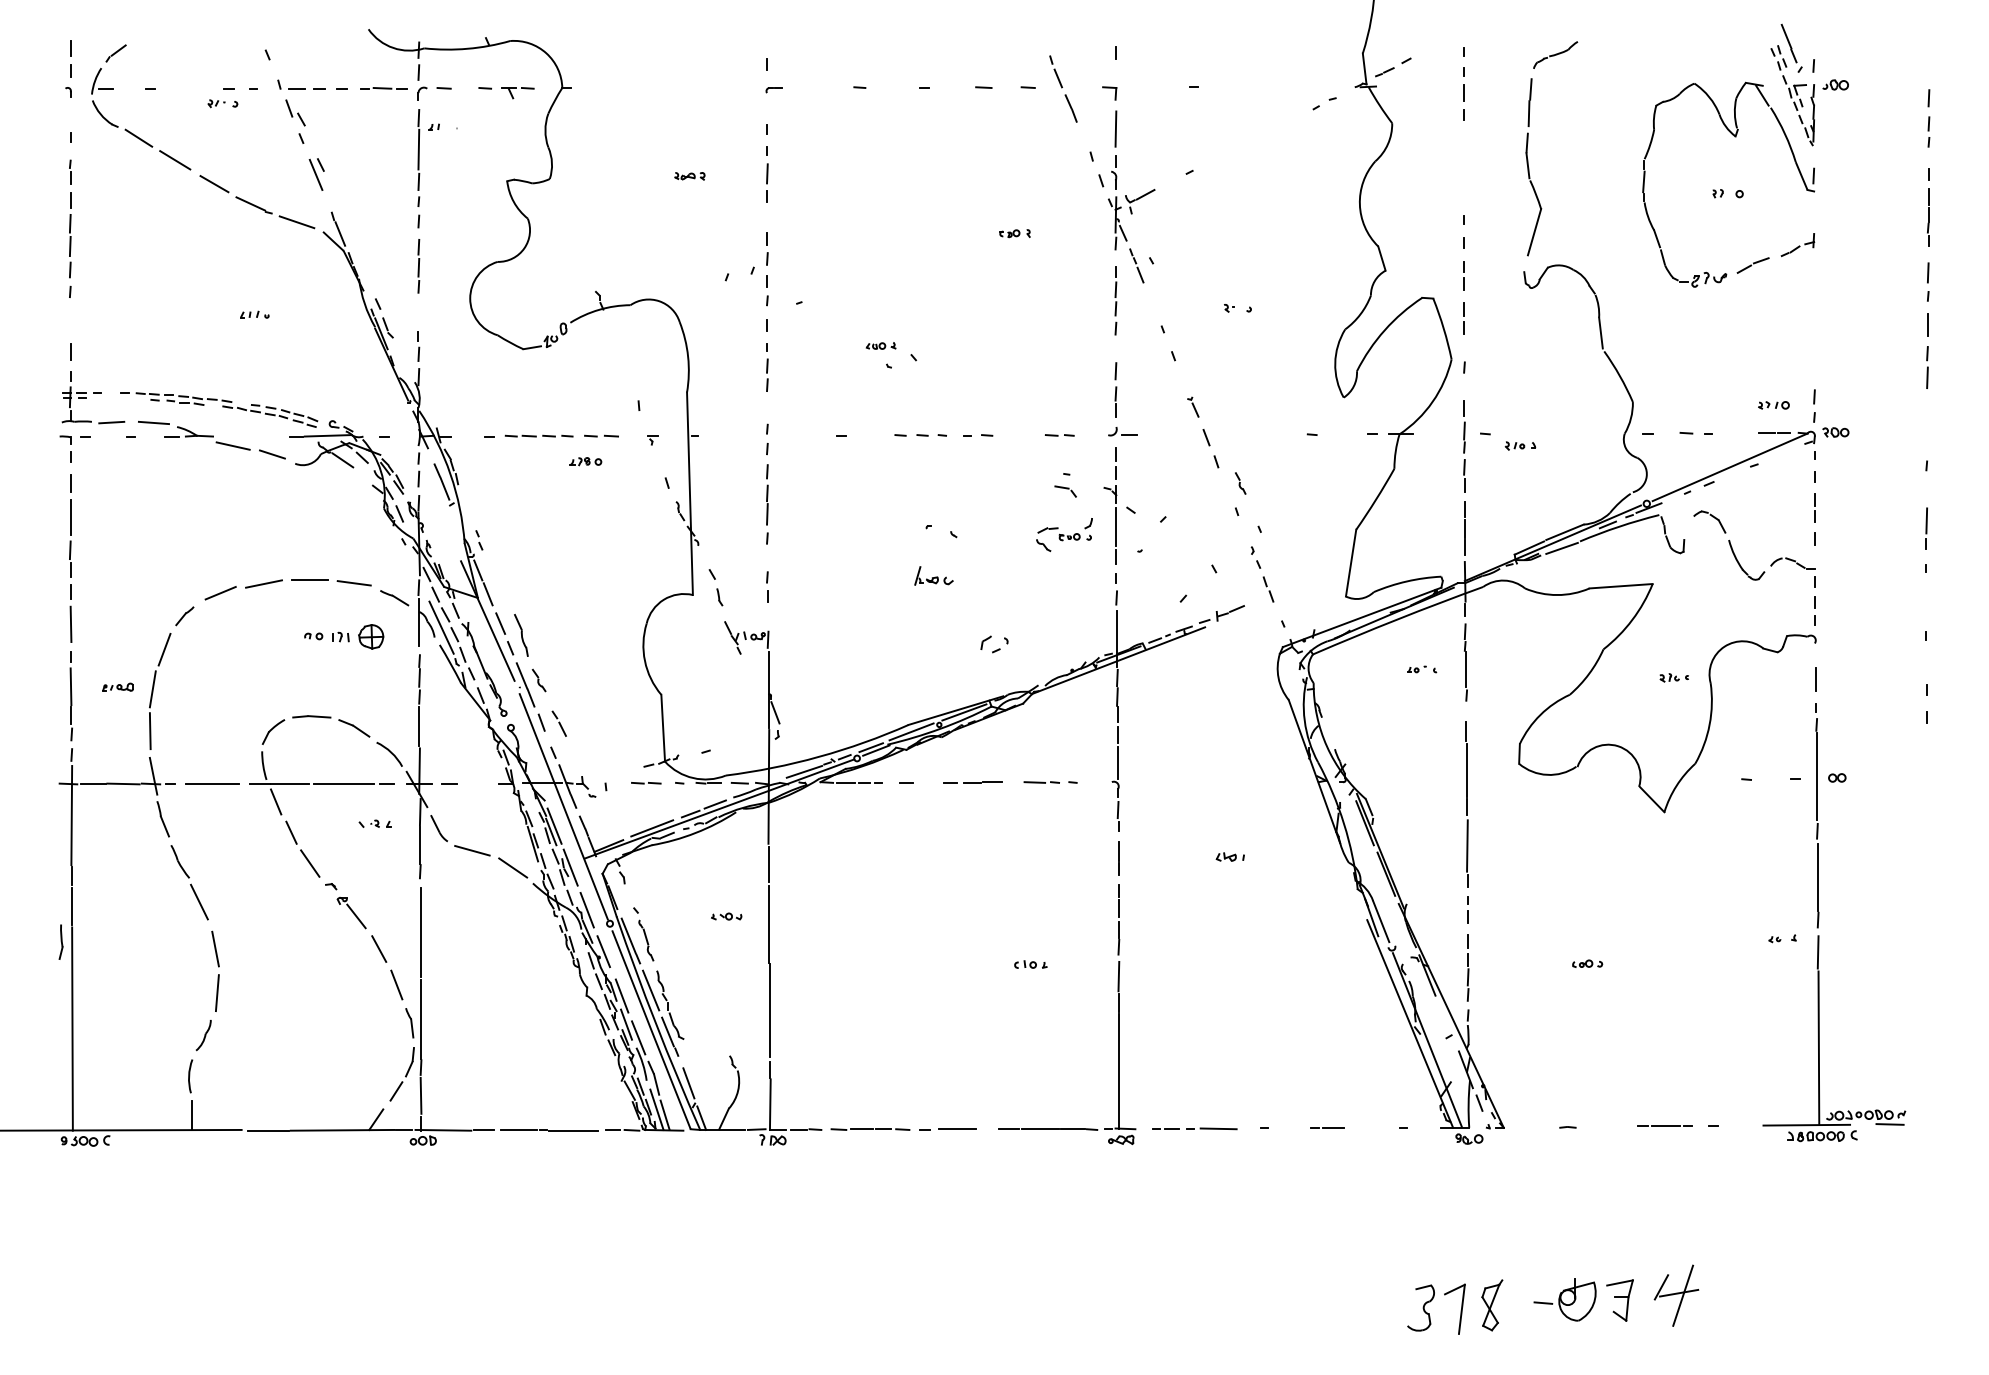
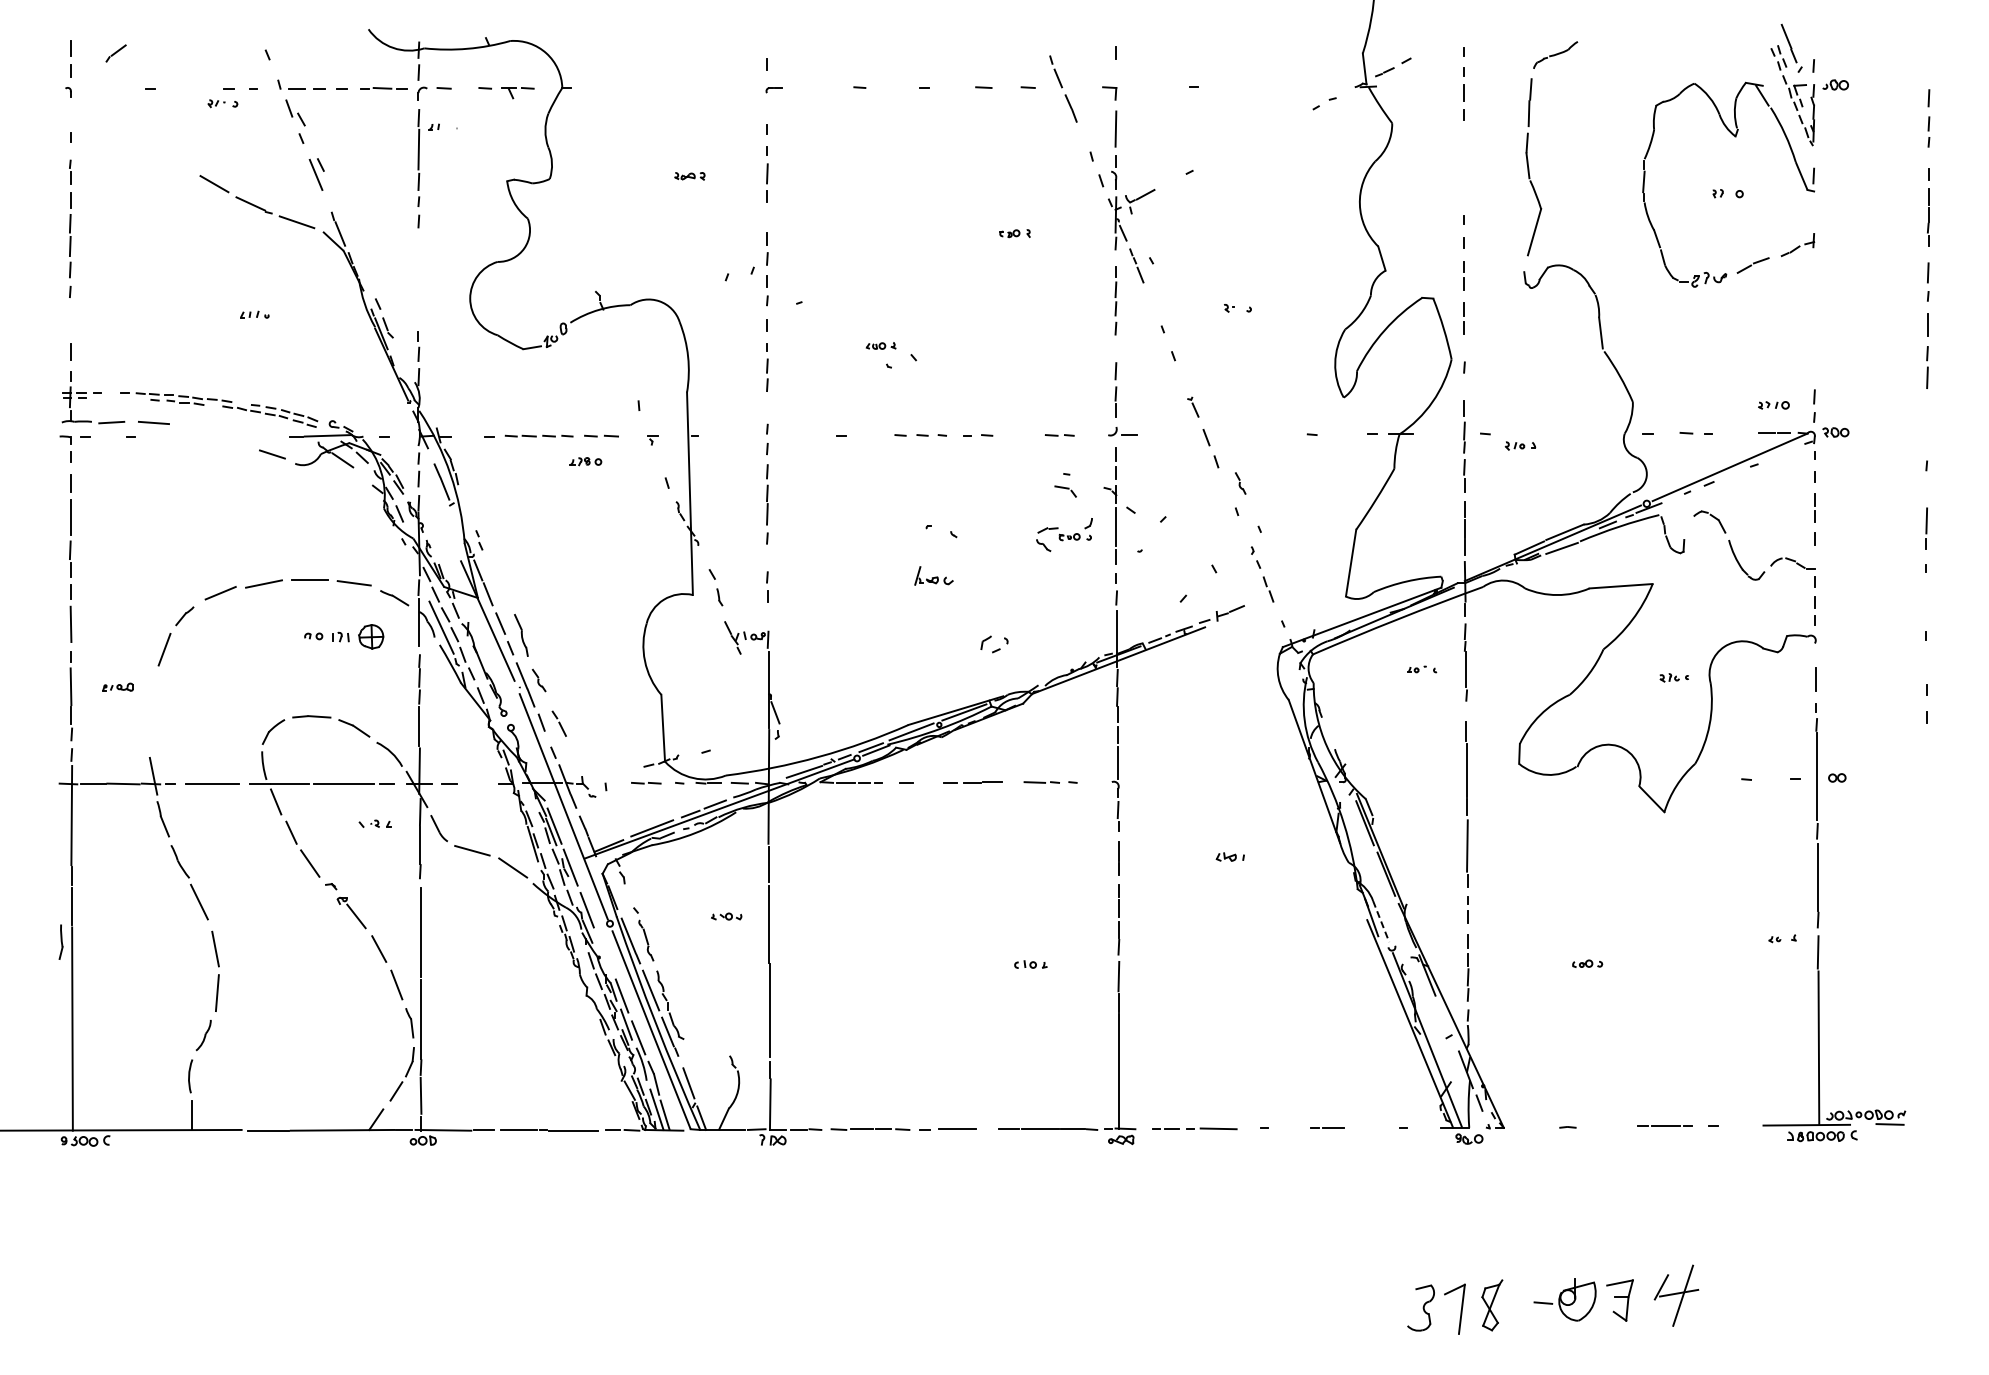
part at (133, 133): present -> none
part at (418, 266): present -> none
part at (207, 438): present -> none
line at (152, 689): present -> none
line at (149, 731): present -> none
line at (1381, 922): solid -> dashed
line at (603, 951): present -> none
